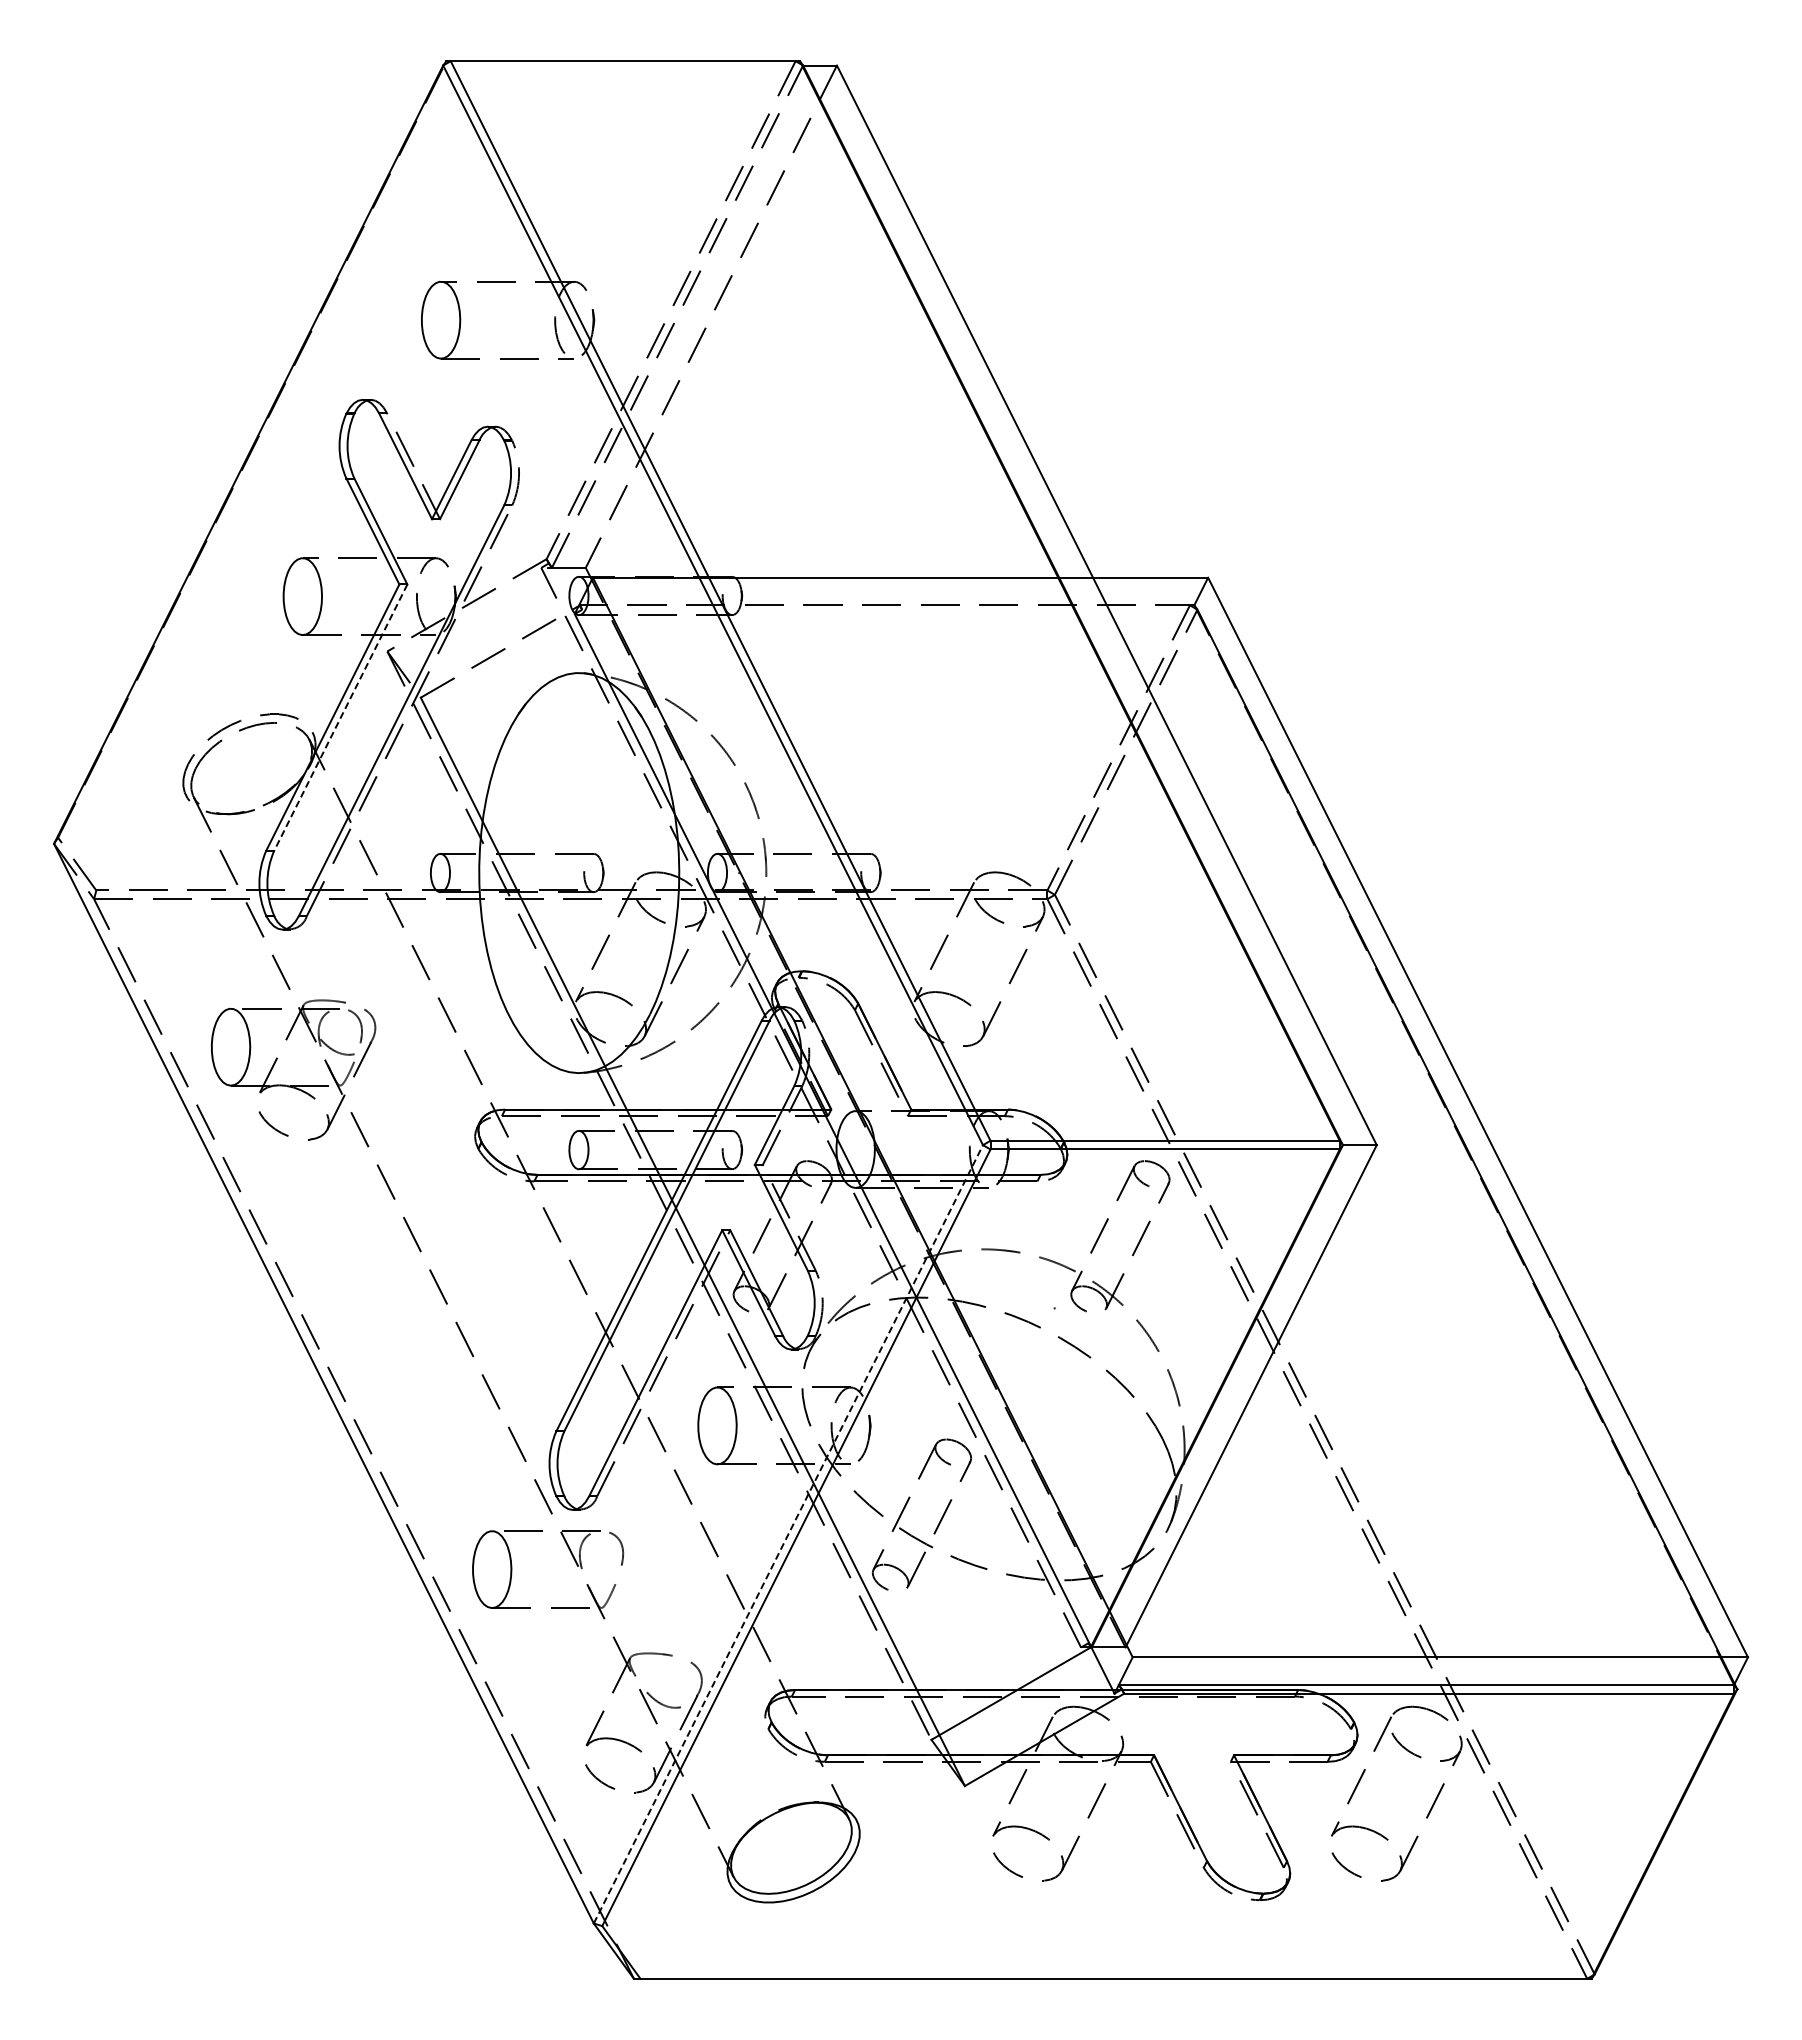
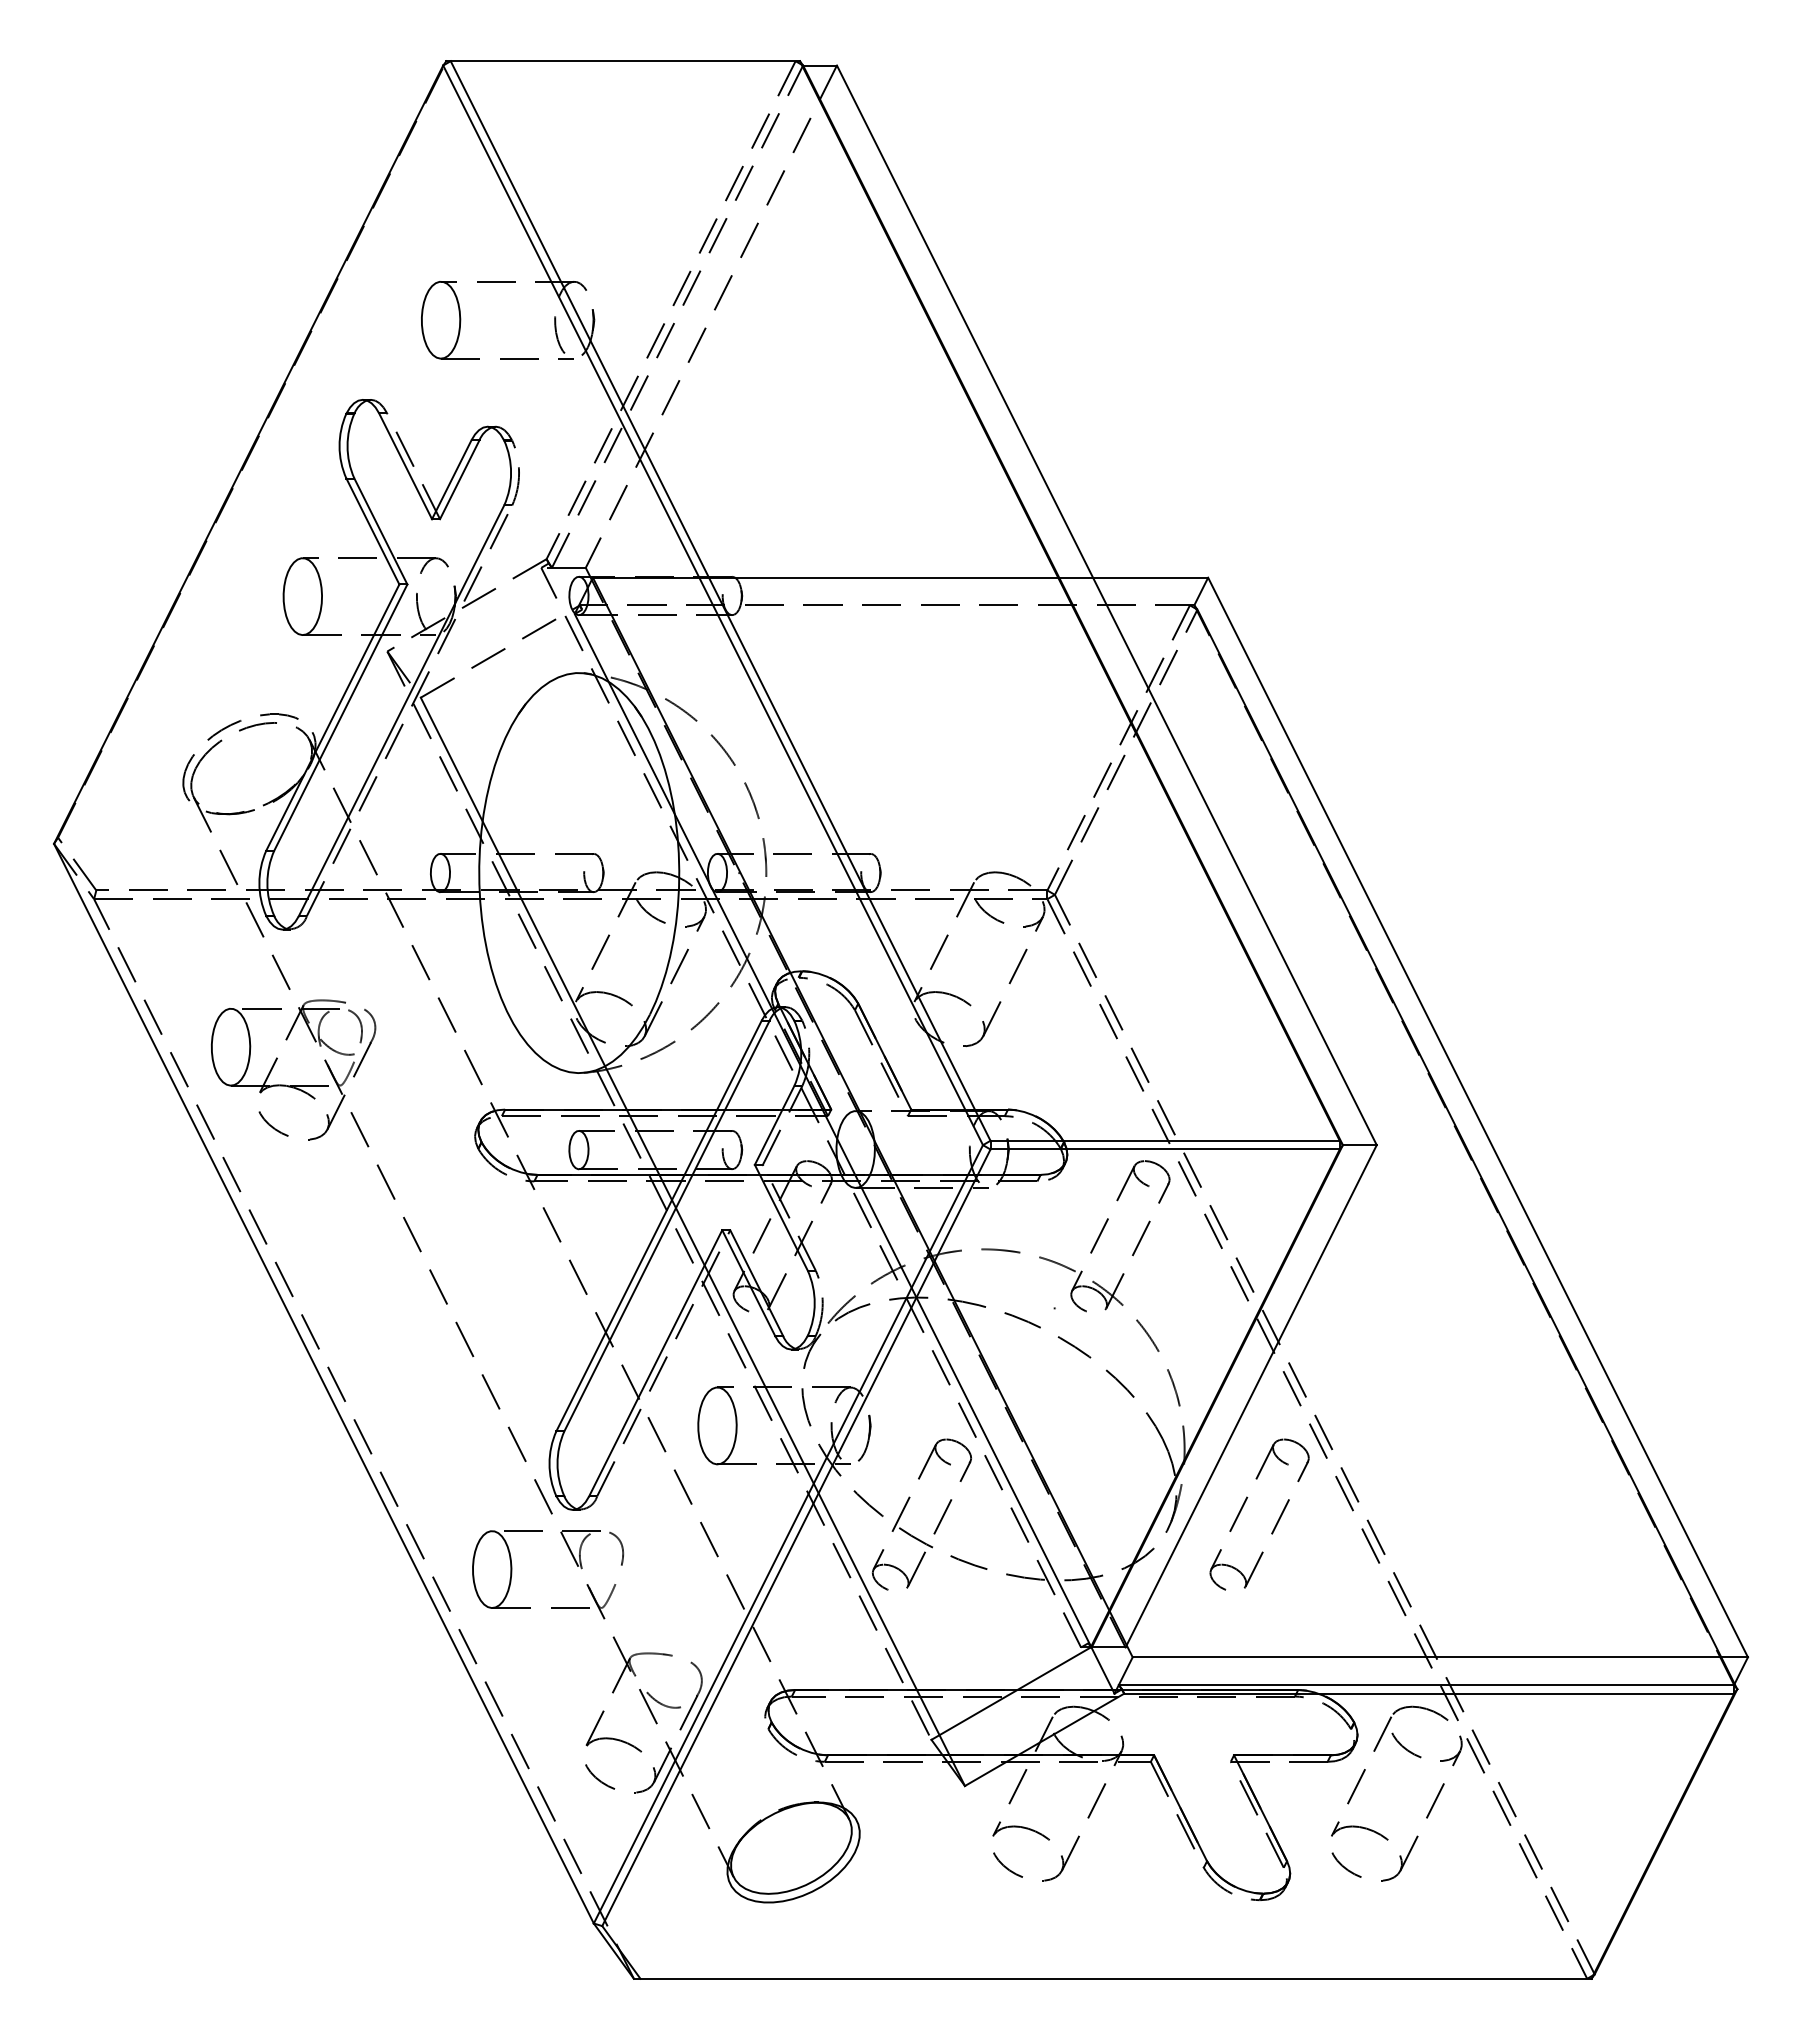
line at (340, 717): dashed -> solid
part at (1243, 1507): none -> present
line at (788, 1533): dashed -> solid
